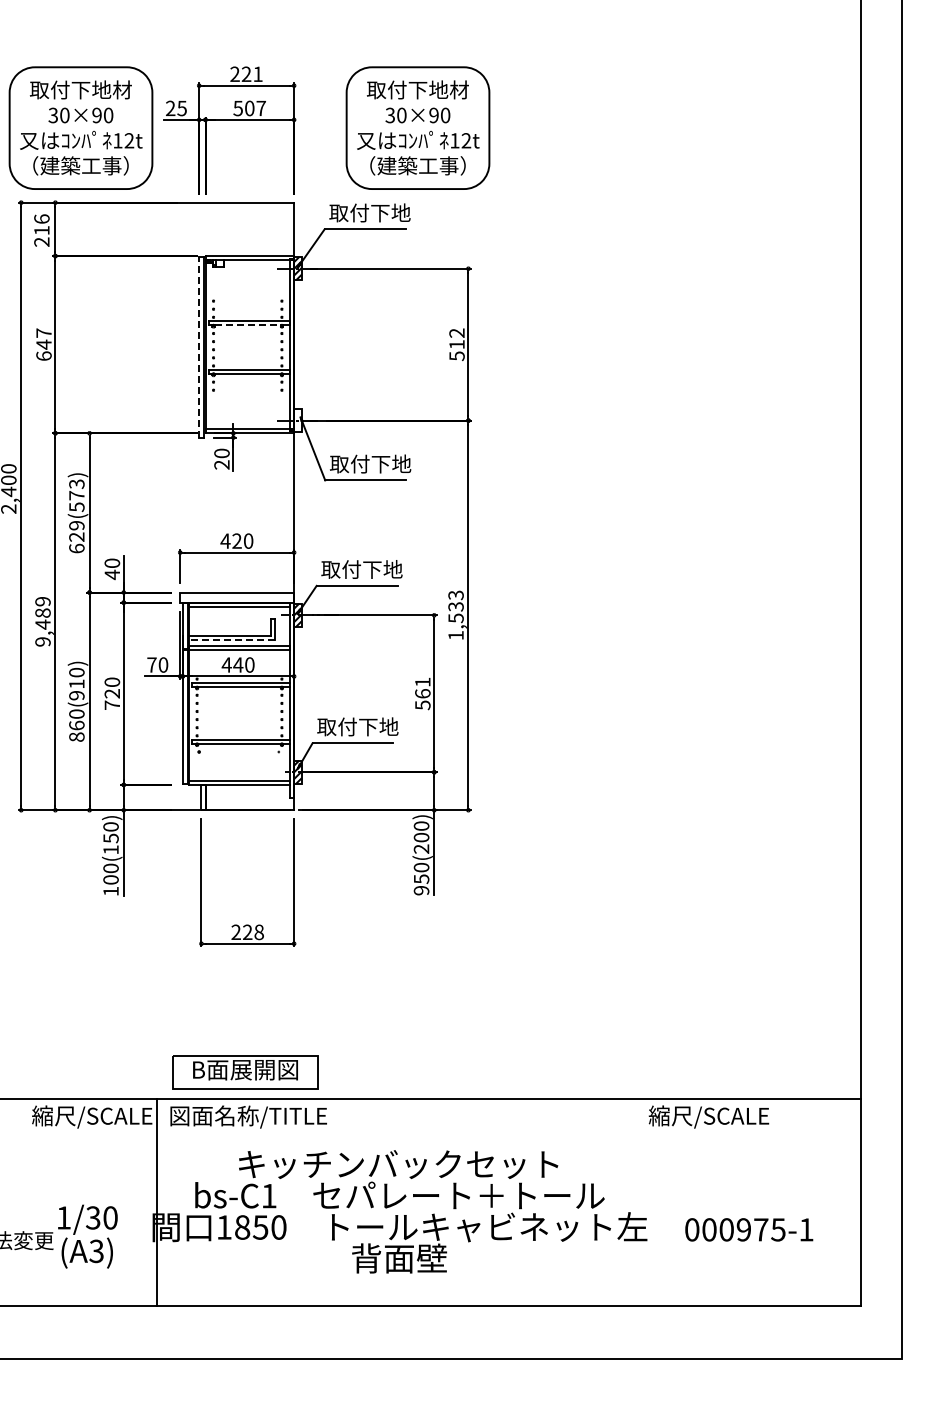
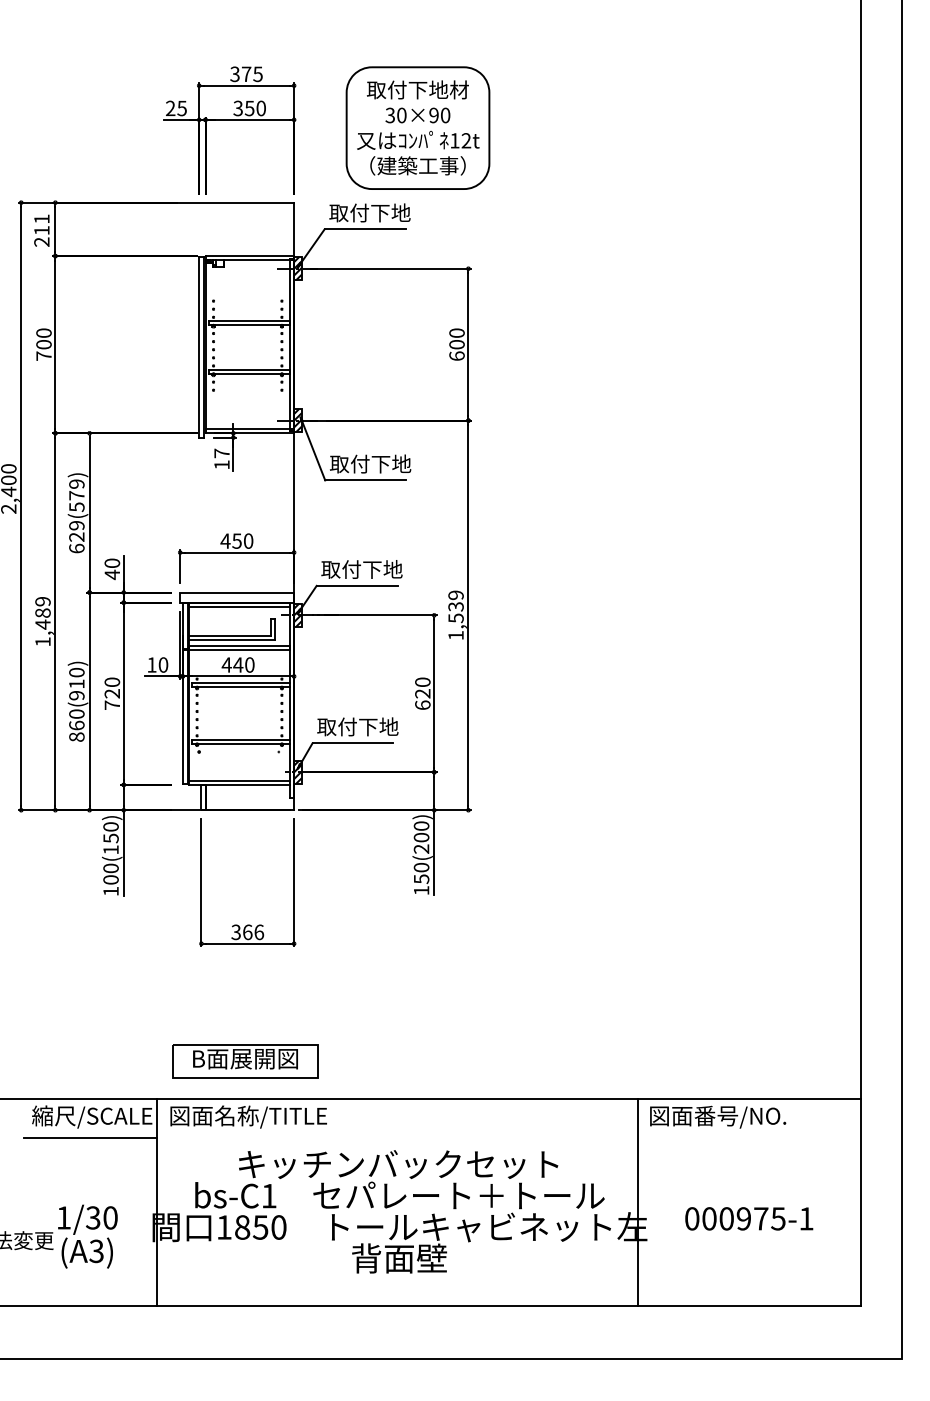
text at (246, 74): 221 -> 375
text at (250, 108): 507 -> 350
part at (80, 127): present -> none
text at (41, 218): 216 -> 211
line at (248, 325): dashed -> solid
text at (43, 344): 647 -> 700
text at (456, 344): 512 -> 600
line at (199, 346): dashed -> solid
hatch at (297, 420): none -> present
text at (221, 458): 20 -> 17
text at (76, 484): 629(573) -> 629(579)
text at (236, 540): 420 -> 450
text at (455, 595): 1,533 -> 1,539
line at (231, 640): dashed -> solid
text at (42, 641): 9,489 -> 1,489
text at (151, 664): 70 -> 10
text at (422, 693): 561 -> 620
text at (421, 890): 950(200) -> 150(200)
text at (247, 932): 228 -> 366
part at (245, 1072) position: (245, 1072) -> (245, 1061)
text at (717, 1116): 縮尺/SCALE -> 図面番号/NO.
line at (89, 1137): none -> present
line at (638, 1201): none -> present
text at (749, 1229) position: (749, 1229) -> (749, 1218)
